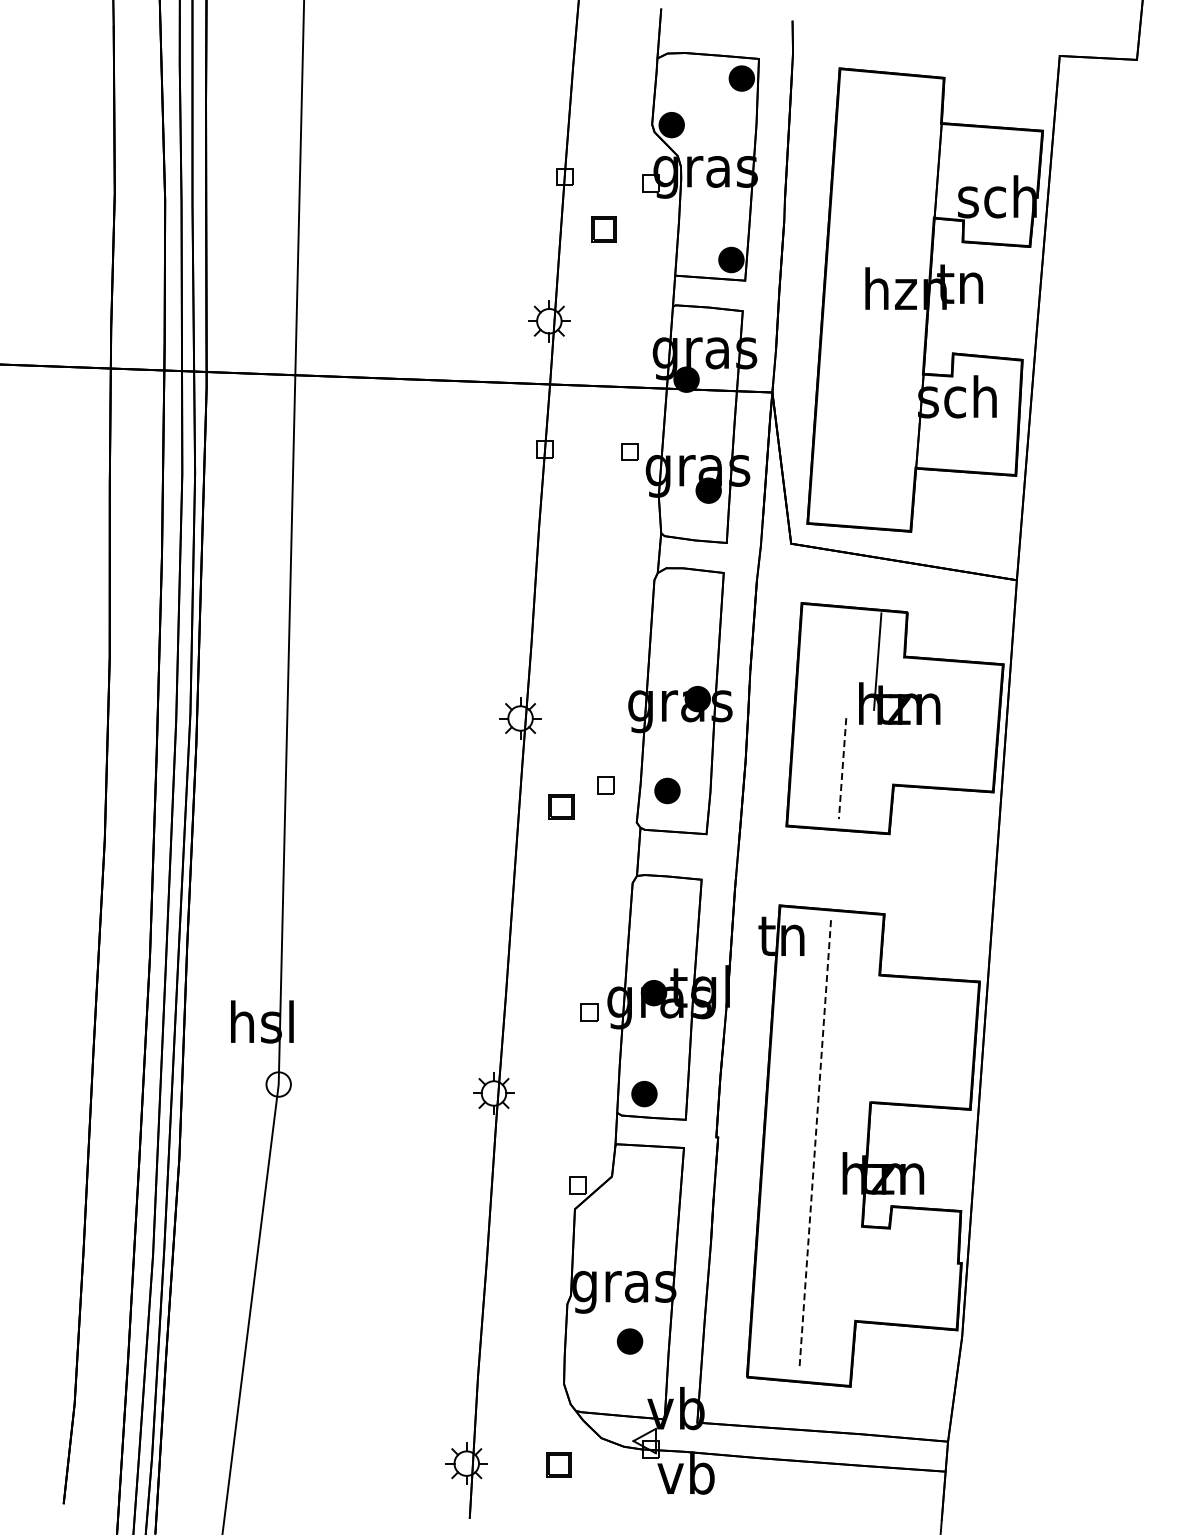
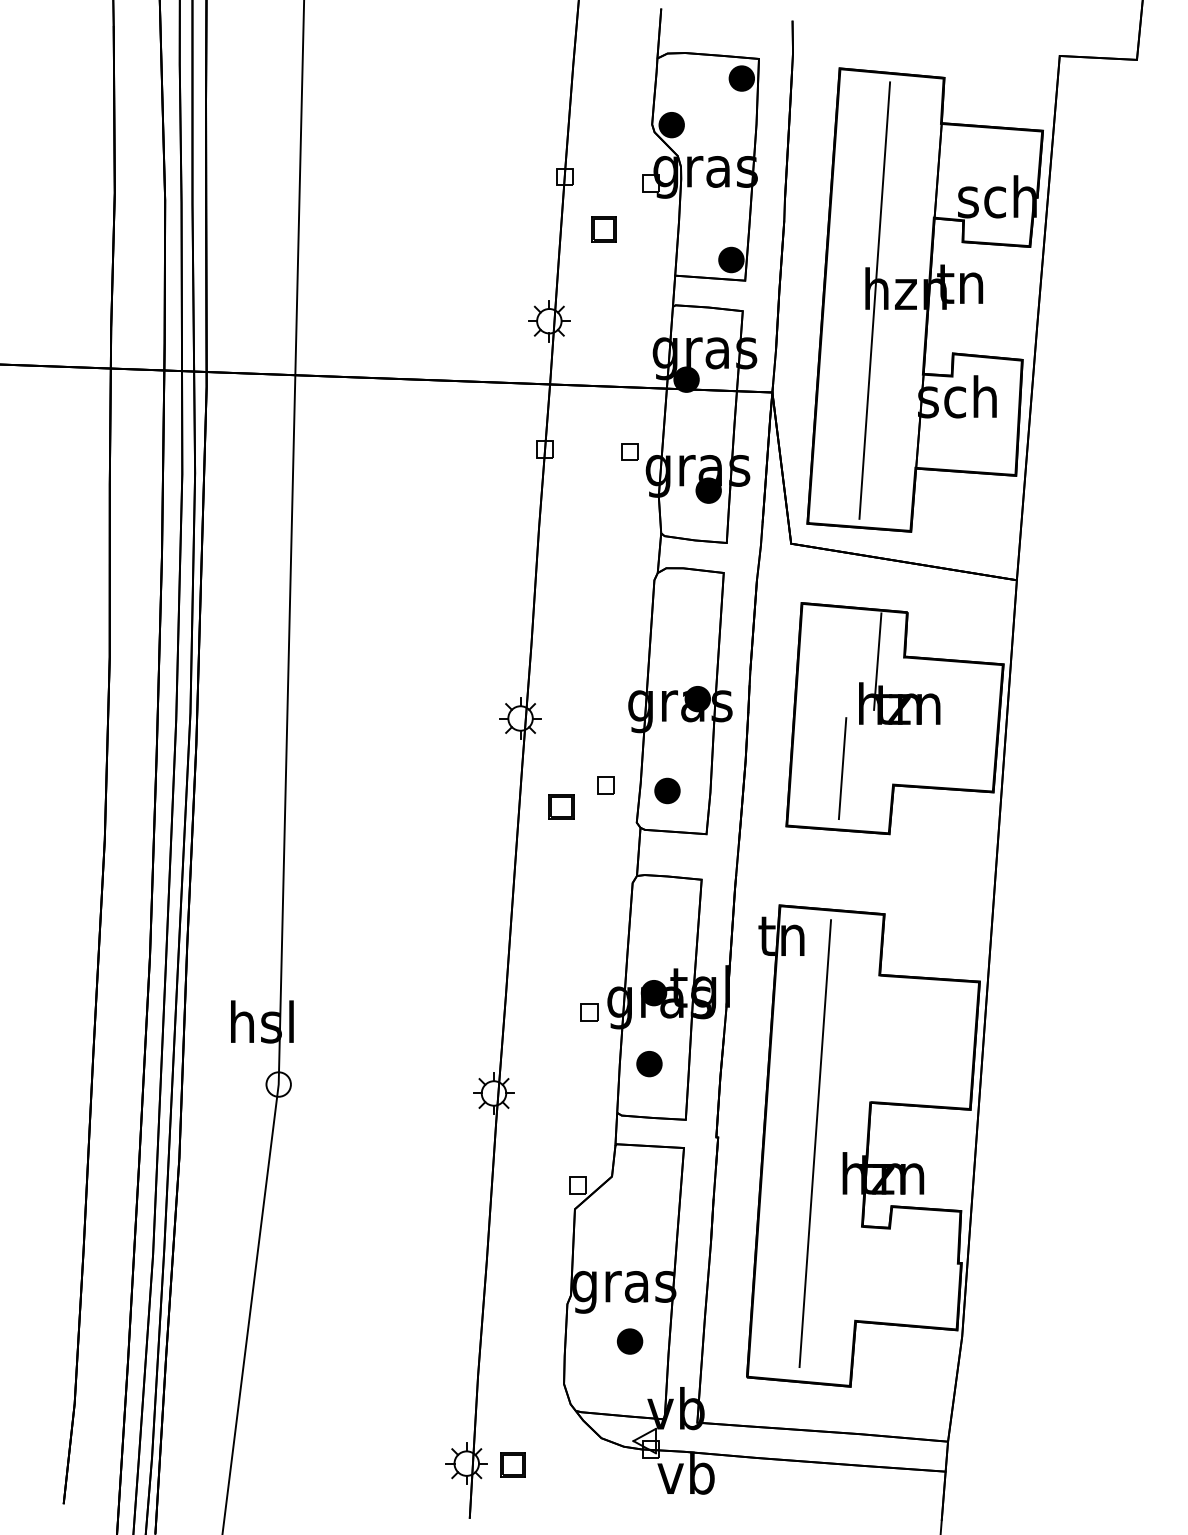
line at (874, 300): none -> present
line at (842, 768): dashed -> solid
part at (644, 1094) position: (644, 1094) -> (649, 1064)
line at (815, 1143): dashed -> solid
part at (558, 1464) position: (558, 1464) -> (512, 1464)
